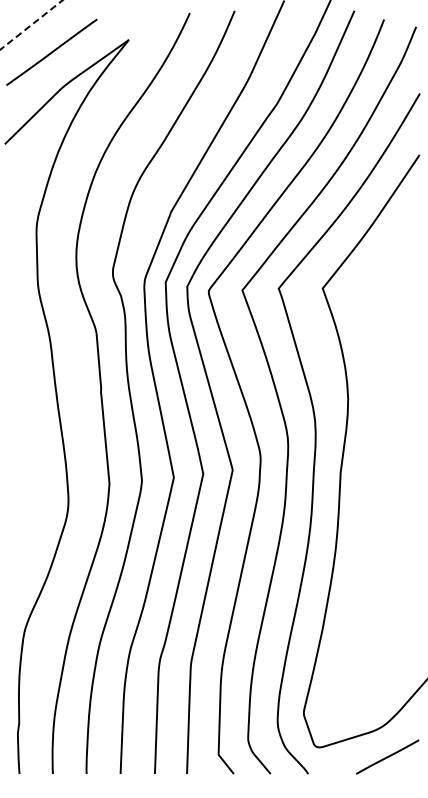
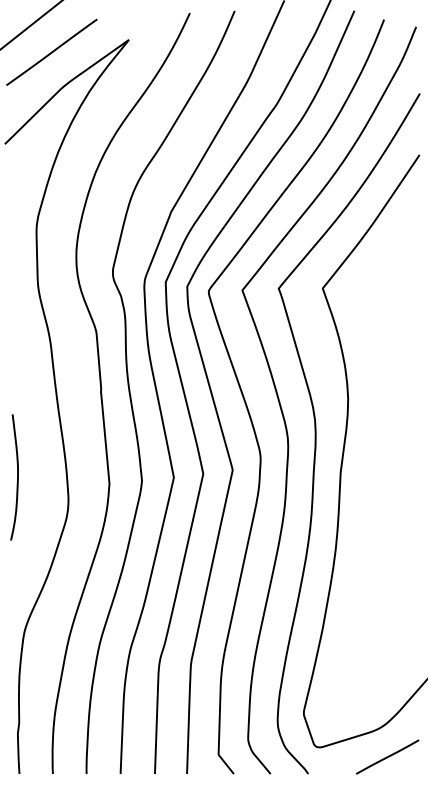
line at (31, 24): dashed -> solid
curve at (17, 477): none -> present
